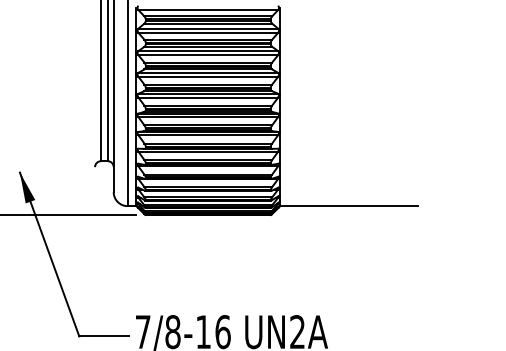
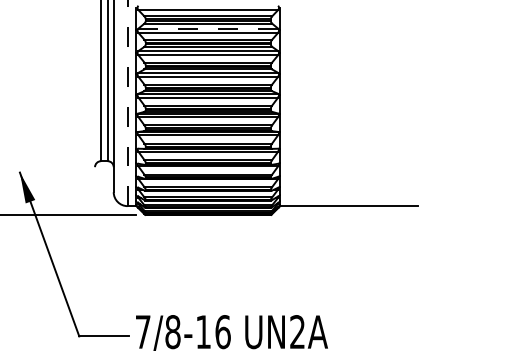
line at (208, 28): solid -> dashed
line at (127, 103): solid -> dashed
